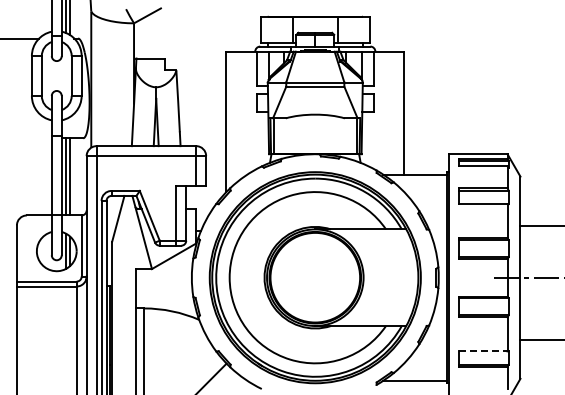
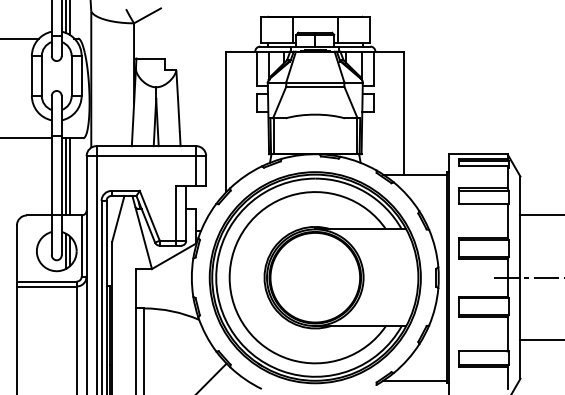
line at (26, 138): none -> present
line at (540, 225) position: (540, 225) -> (540, 214)
line at (483, 351): dashed -> solid
